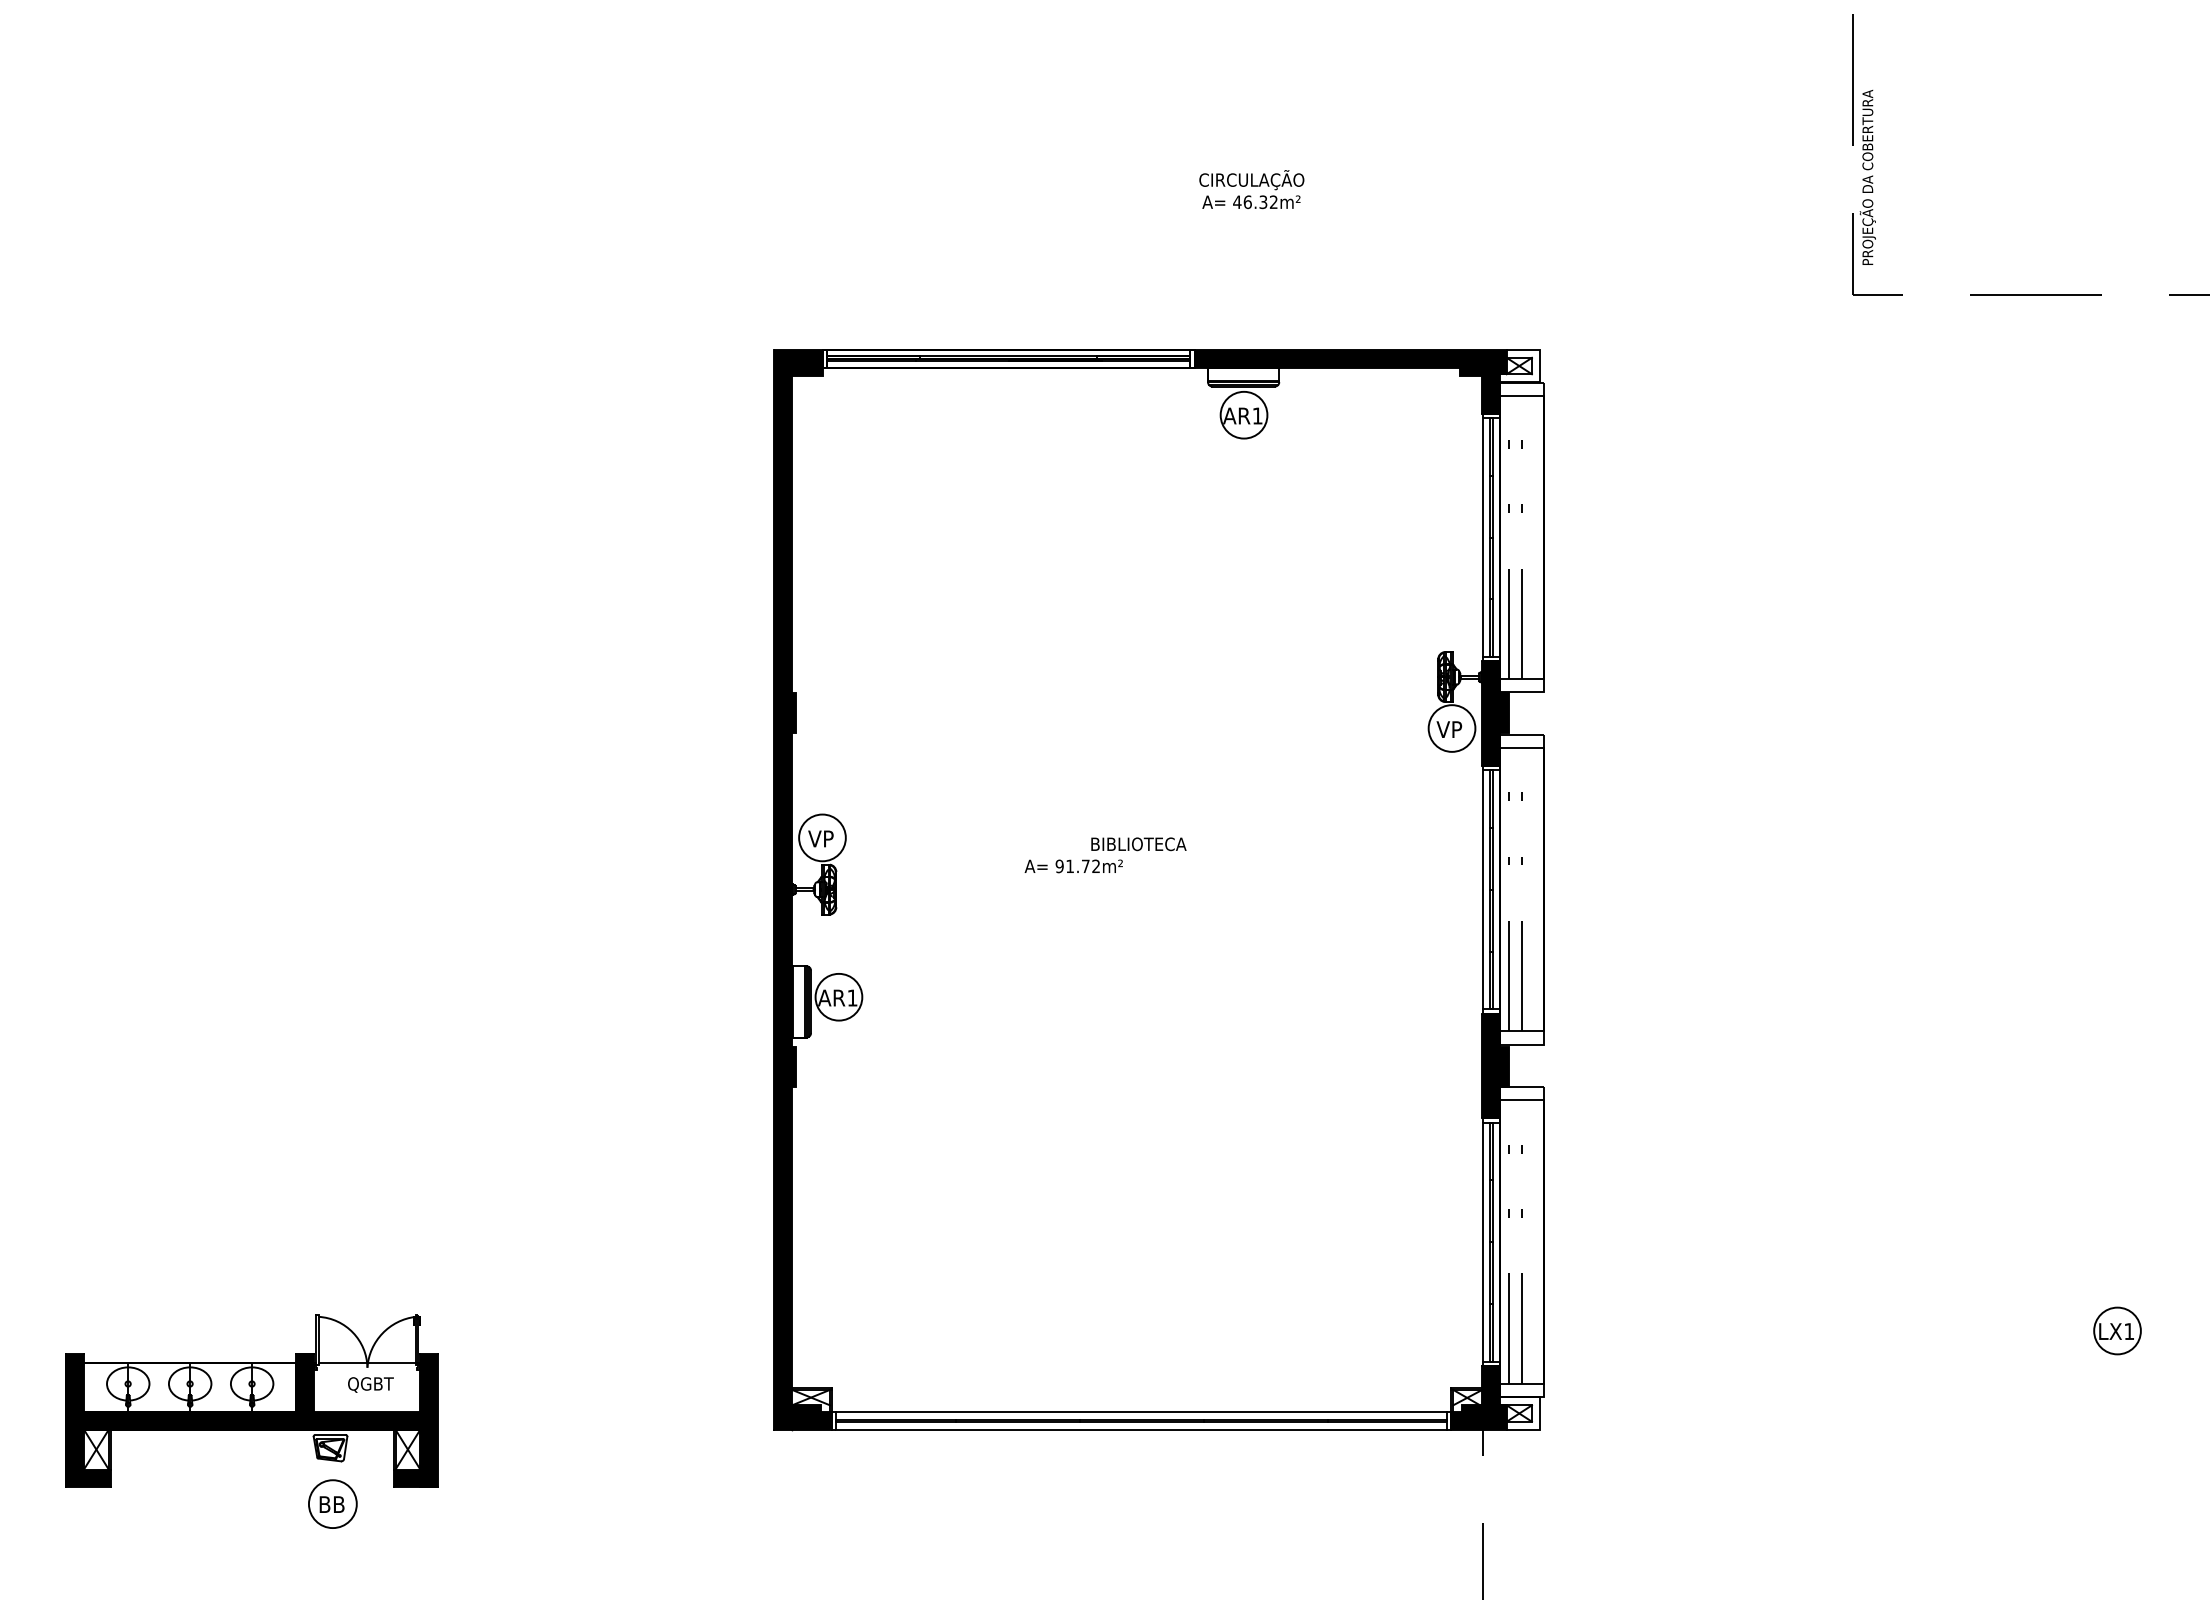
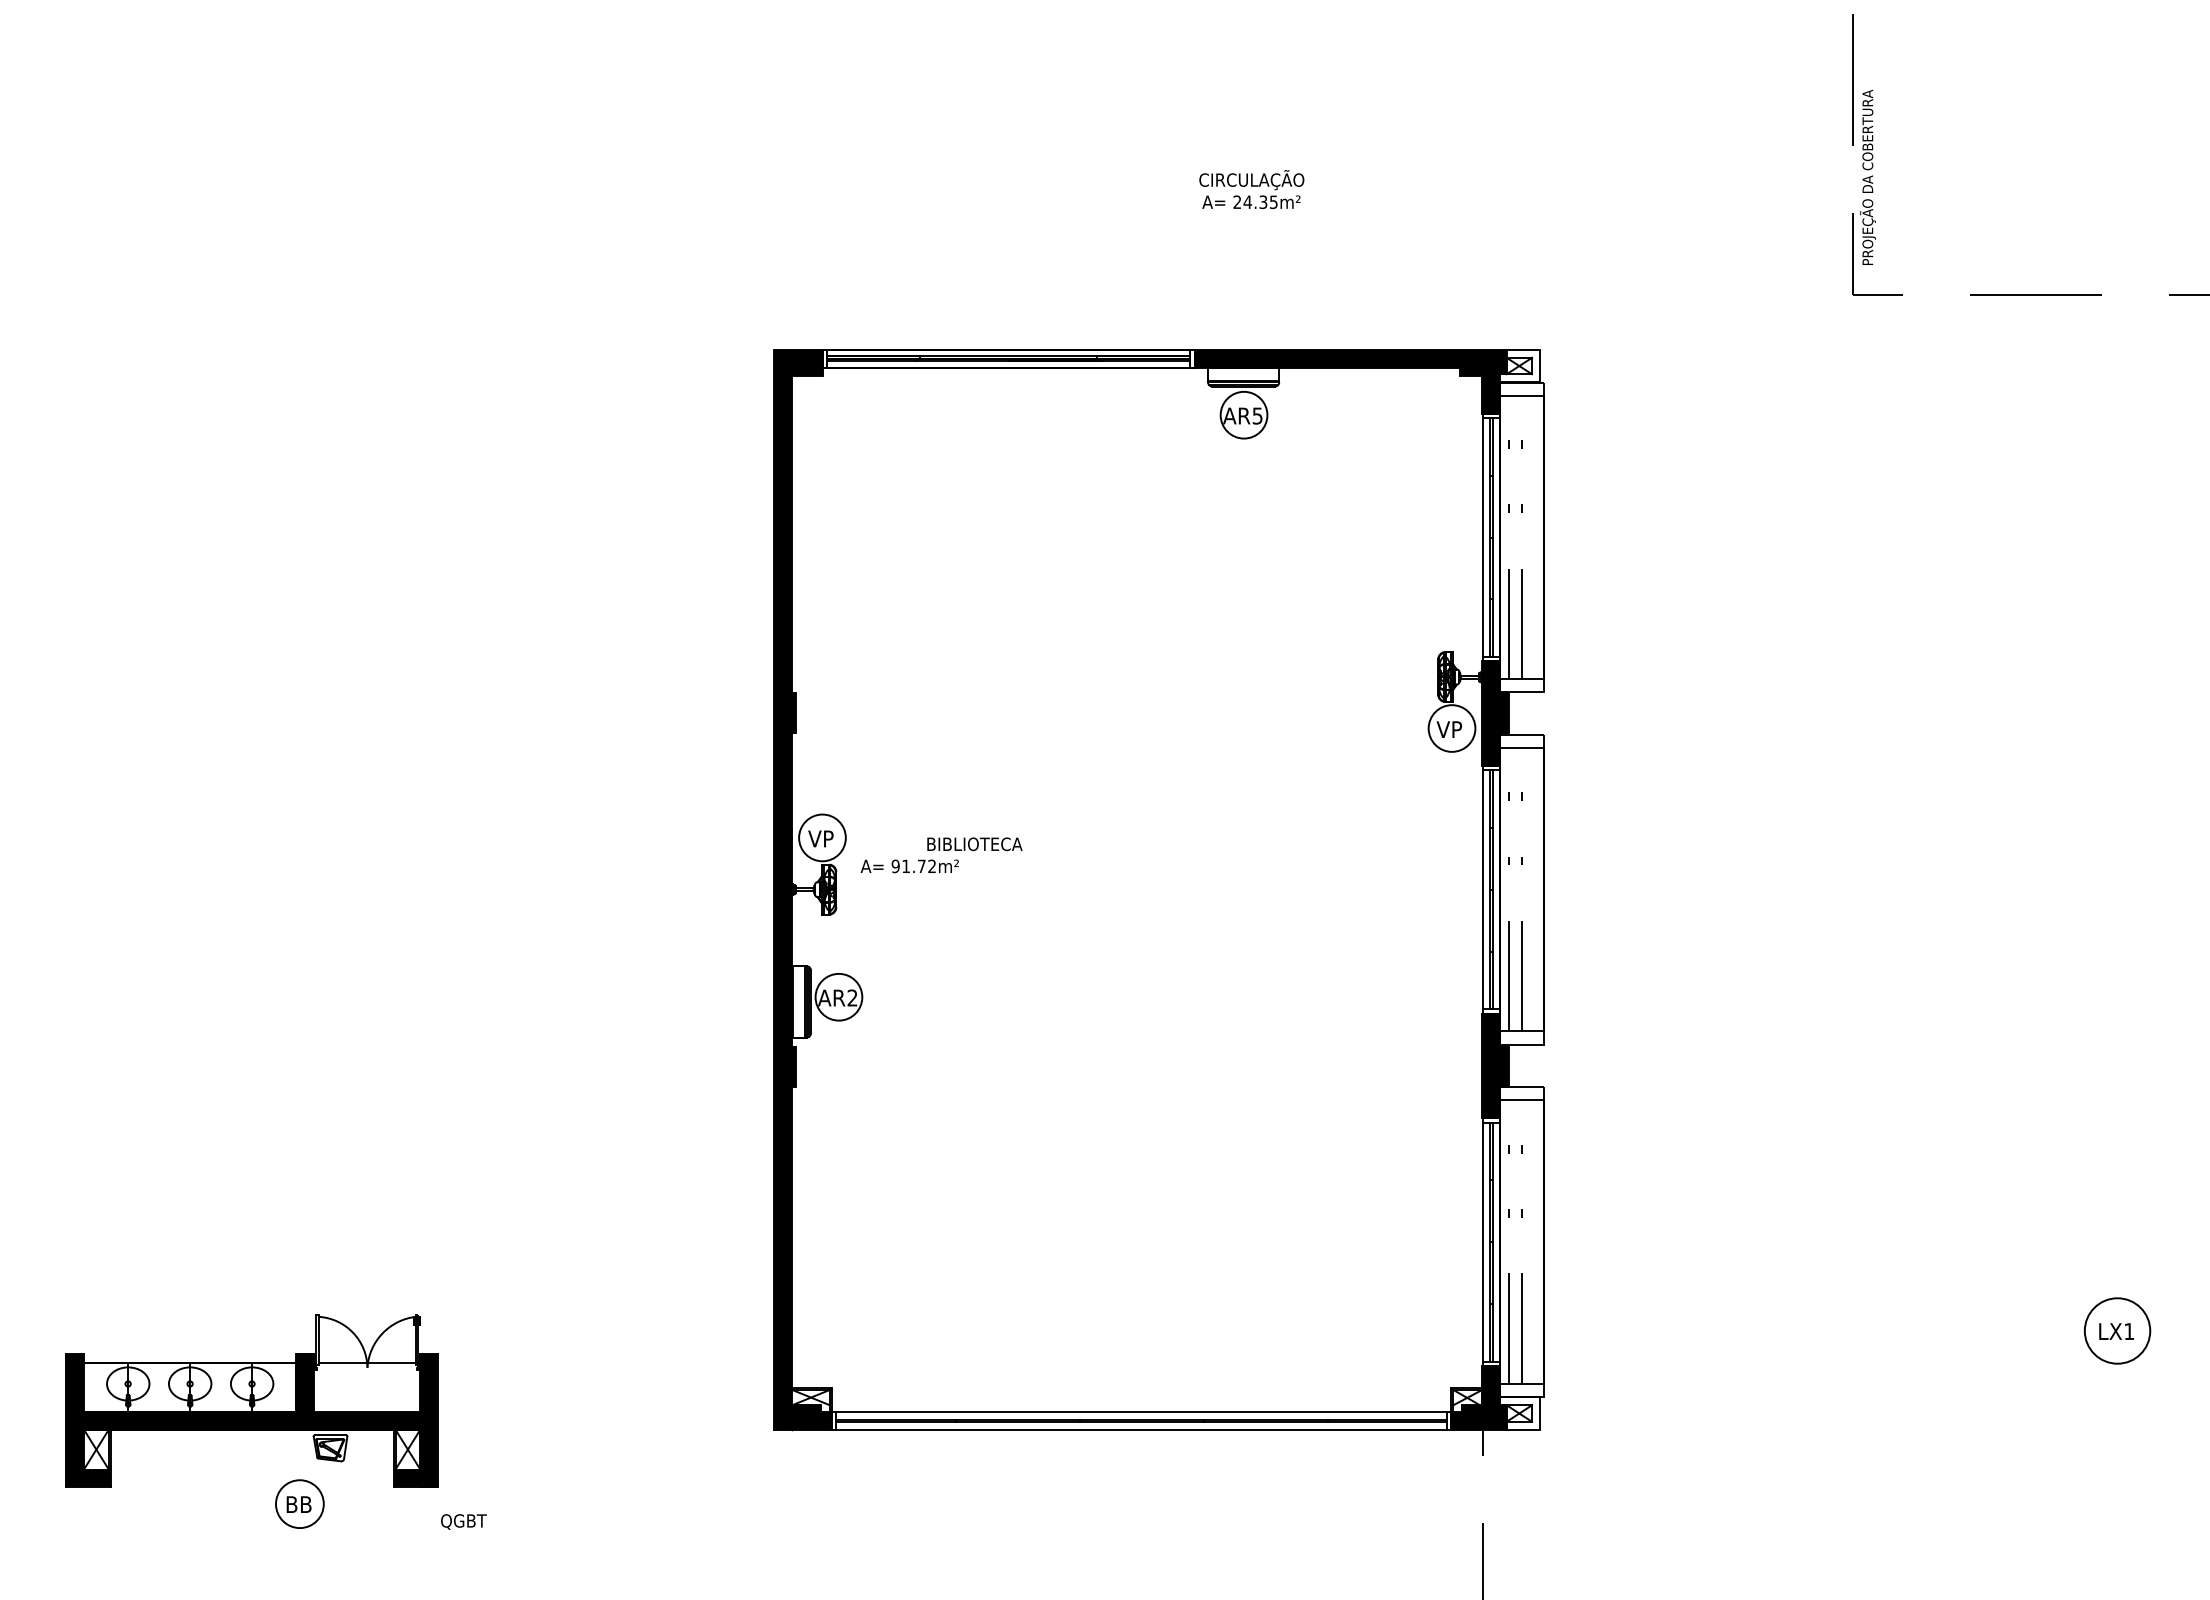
text at (1255, 202): 46.32m² -> 24.35m²
text at (1257, 415): AR1 -> AR5
text at (1105, 855) position: (1105, 855) -> (941, 855)
text at (852, 997): AR1 -> AR2
circle at (2117, 1330) diameter: 47 px -> 65 px
text at (370, 1384) position: (370, 1384) -> (463, 1521)
part at (332, 1503) position: (332, 1503) -> (299, 1503)
